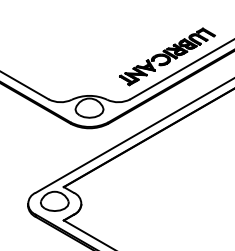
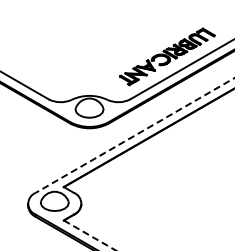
line at (135, 135): solid -> dashed
line at (90, 235): solid -> dashed
